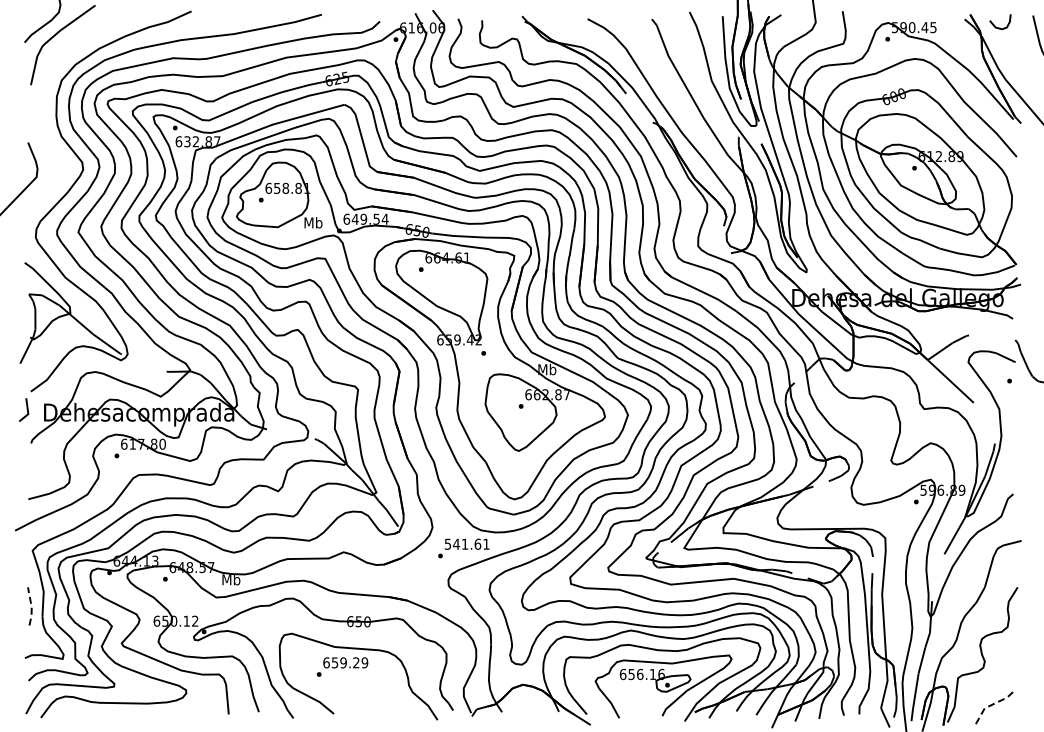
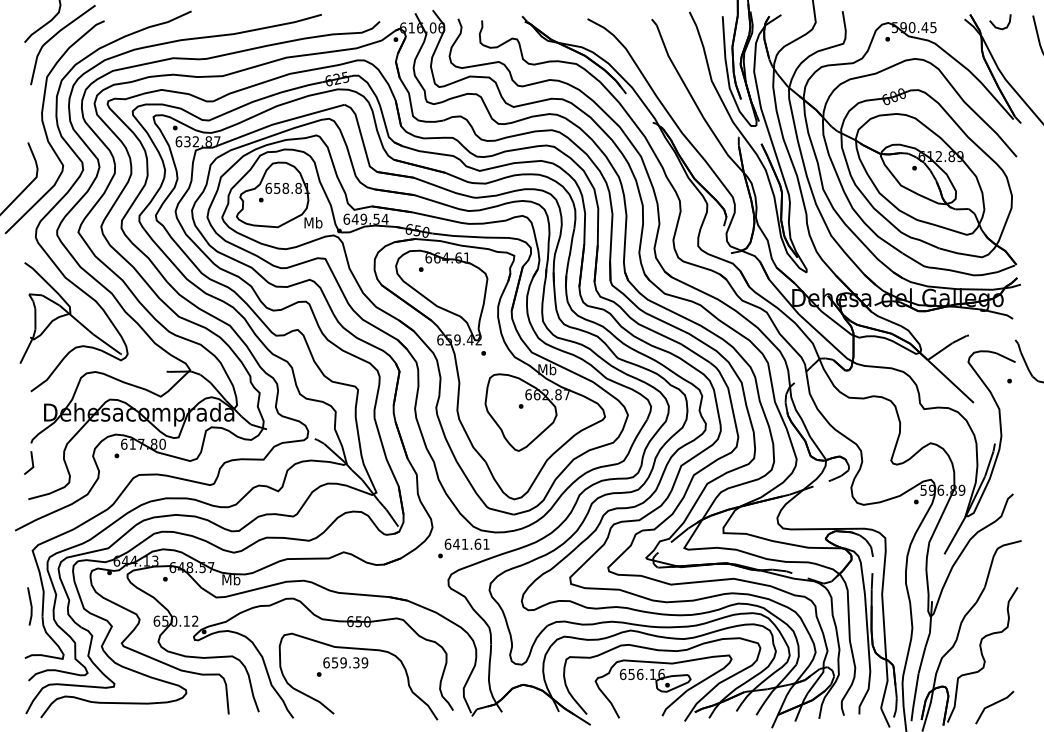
curve at (46, 131): none -> present
line at (26, 409) position: (26, 409) -> (31, 462)
text at (447, 543): 541.61 -> 641.61
line at (31, 607): dashed -> solid
text at (356, 663): 659.29 -> 659.39
line at (991, 704): dashed -> solid
